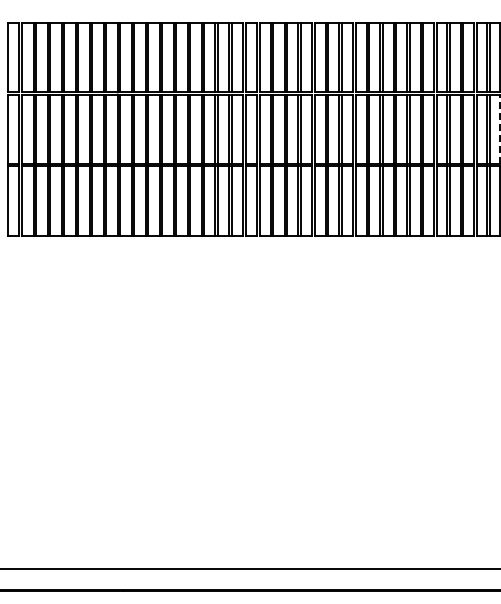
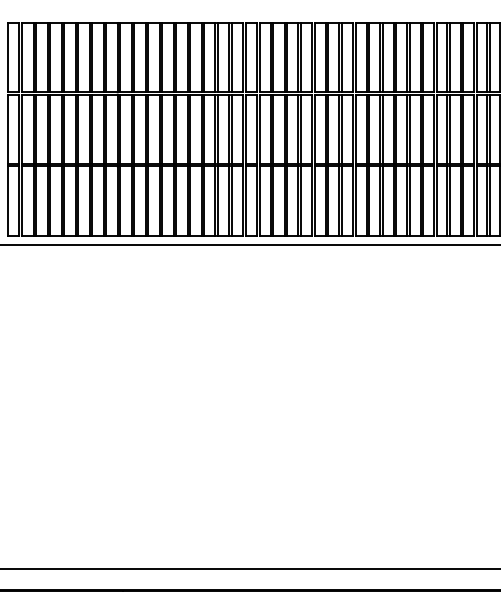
line at (500, 129): dashed -> solid
line at (249, 244): none -> present
